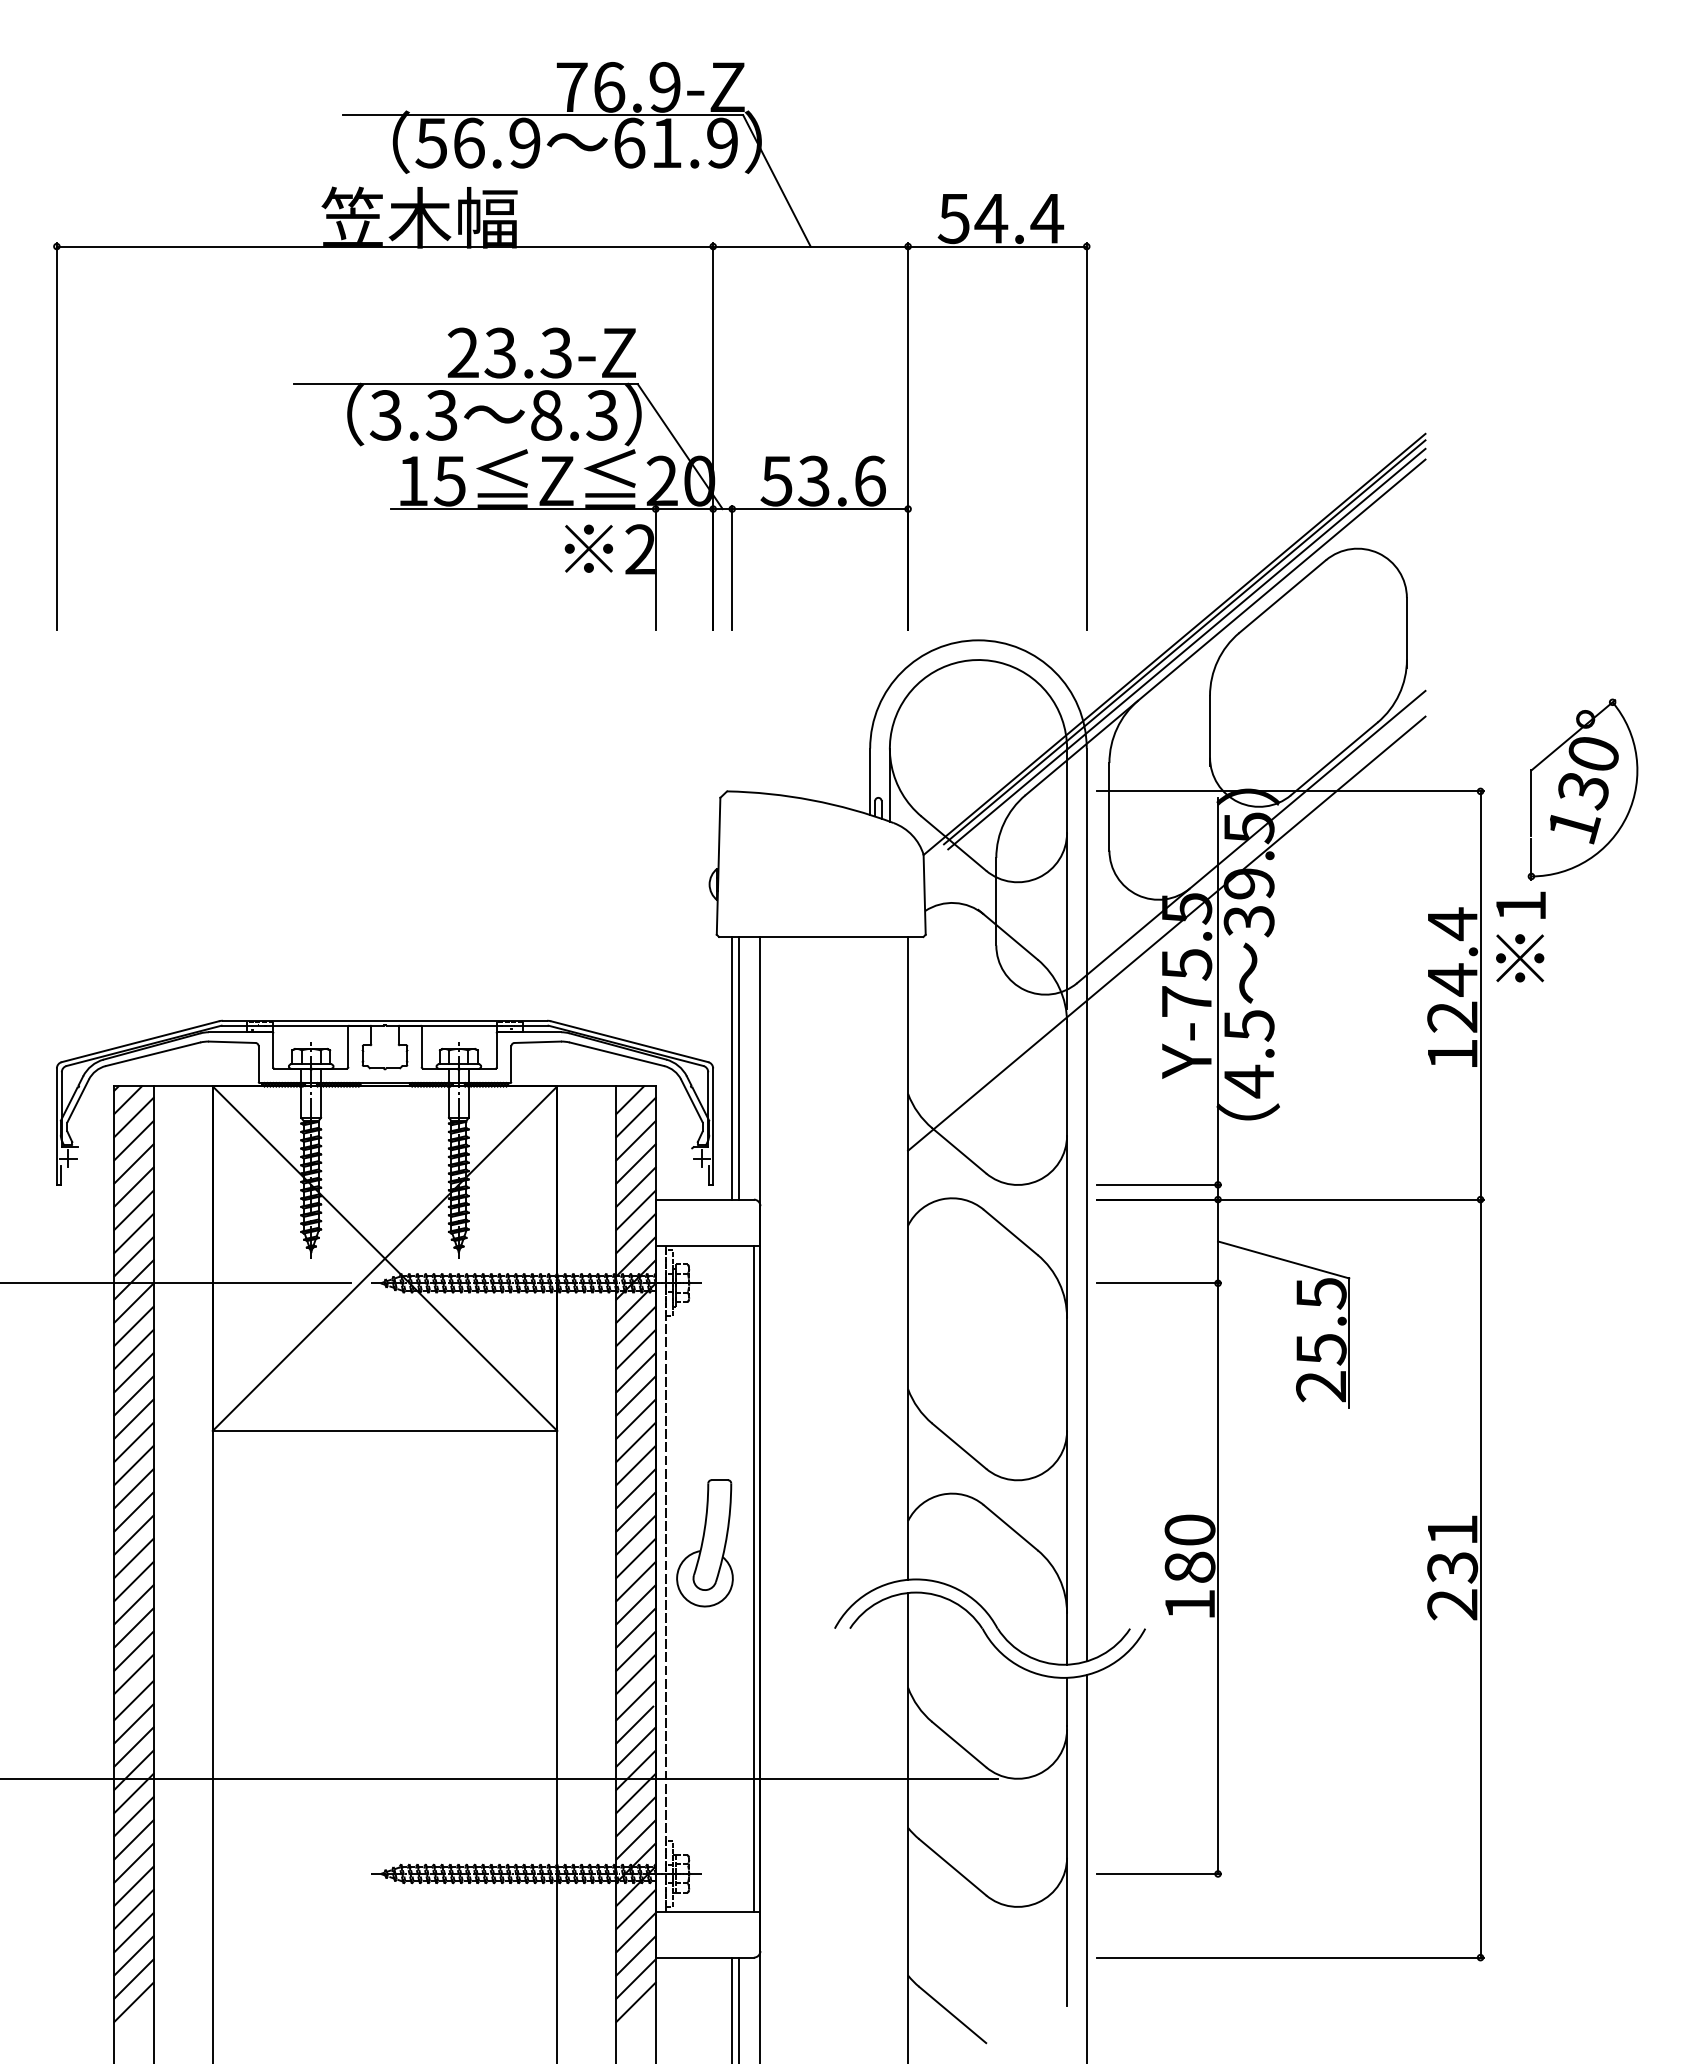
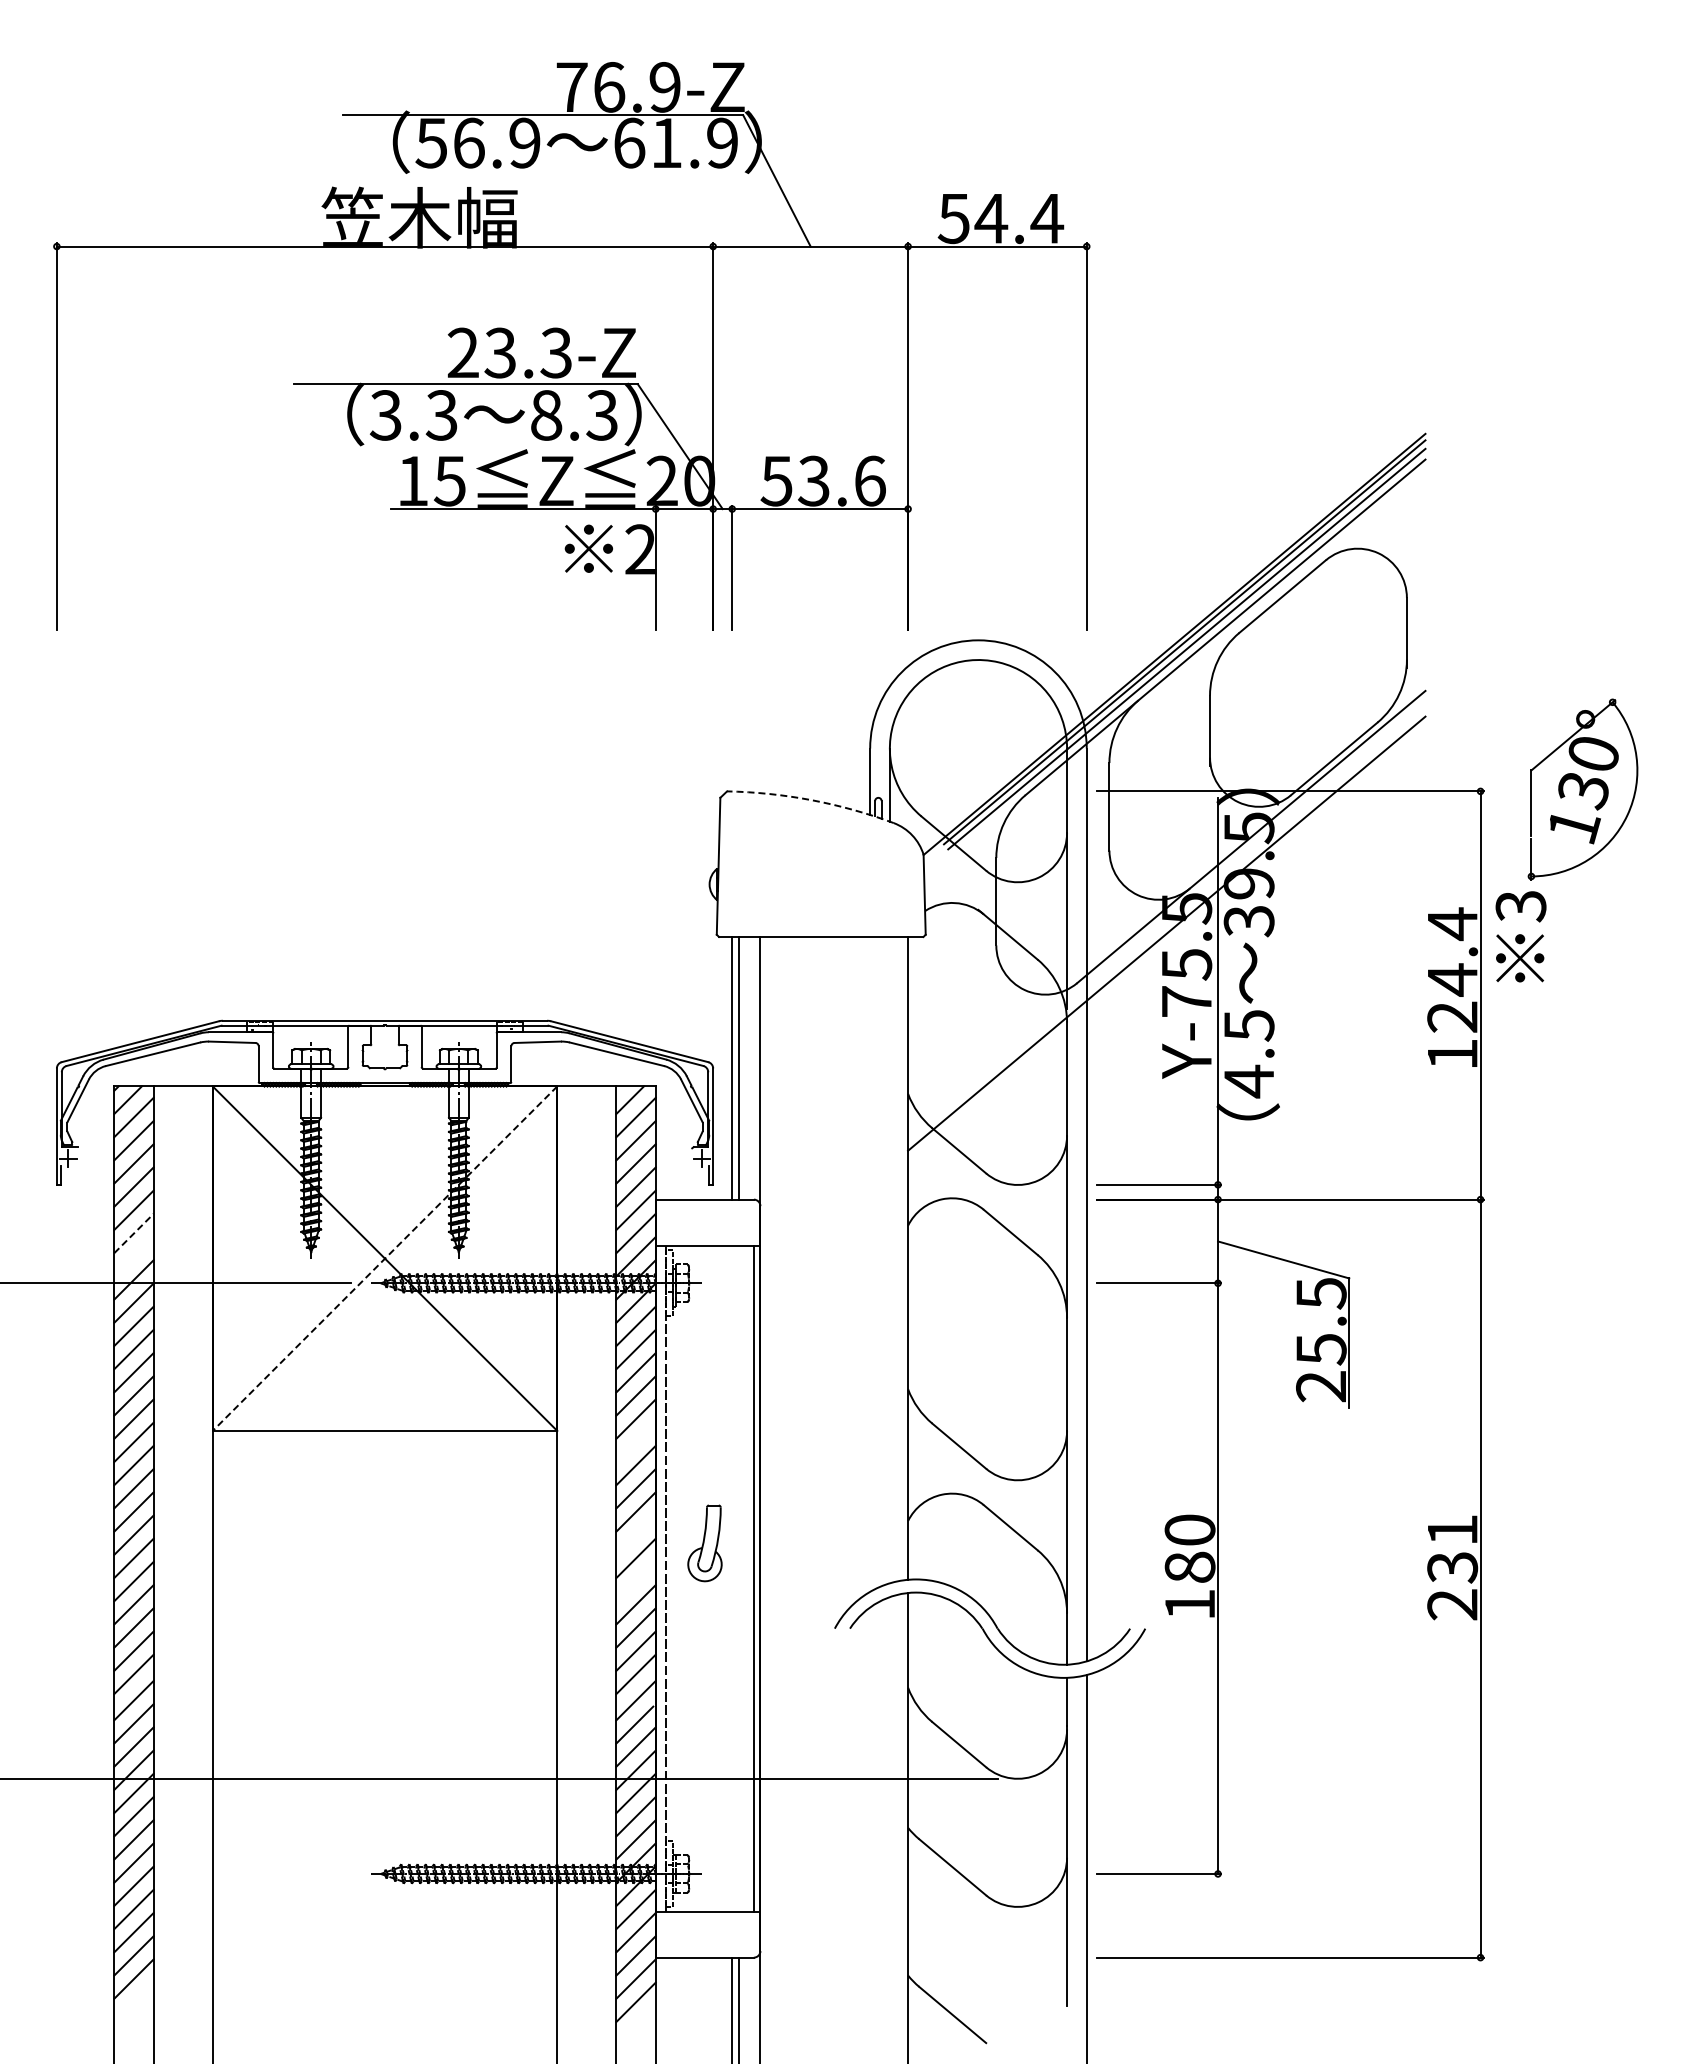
arc at (811, 800): solid -> dashed
text at (1520, 906): 1 -> 3
line at (134, 1233): solid -> dashed
line at (133, 1256): present -> none
line at (385, 1258): solid -> dashed
line at (635, 1442): present -> none
line at (635, 1534): present -> none
part at (704, 1543) size: 58x129 px -> 36x79 px
line at (635, 1581): present -> none
line at (133, 2002): present -> none
